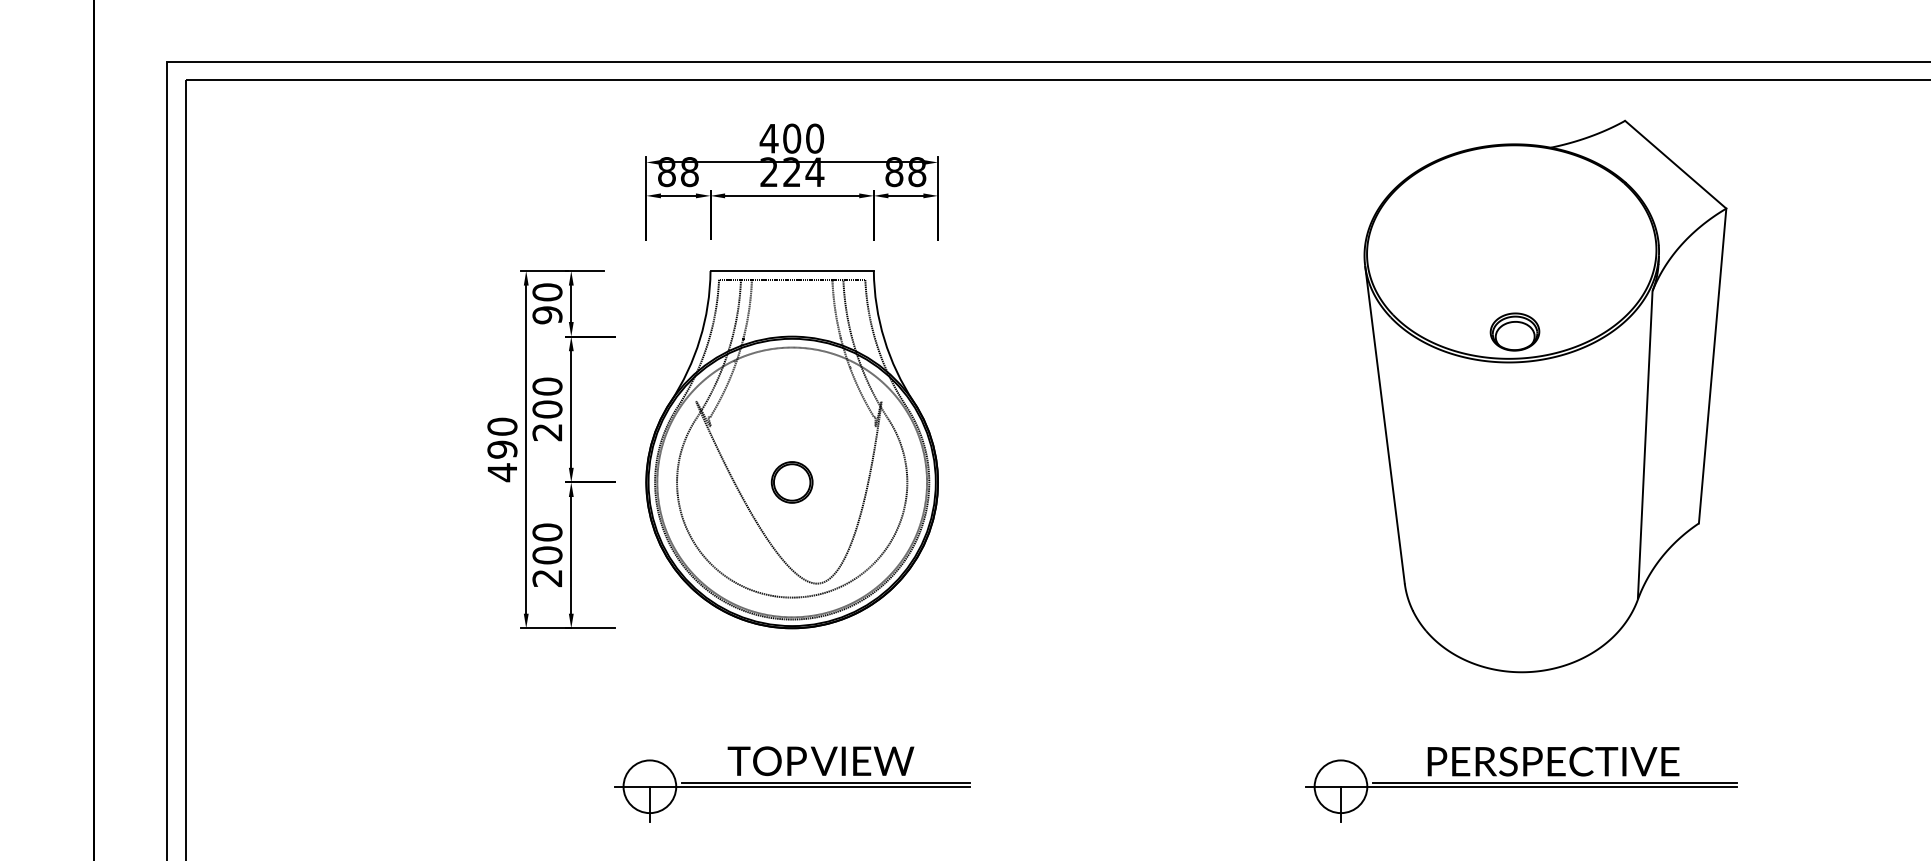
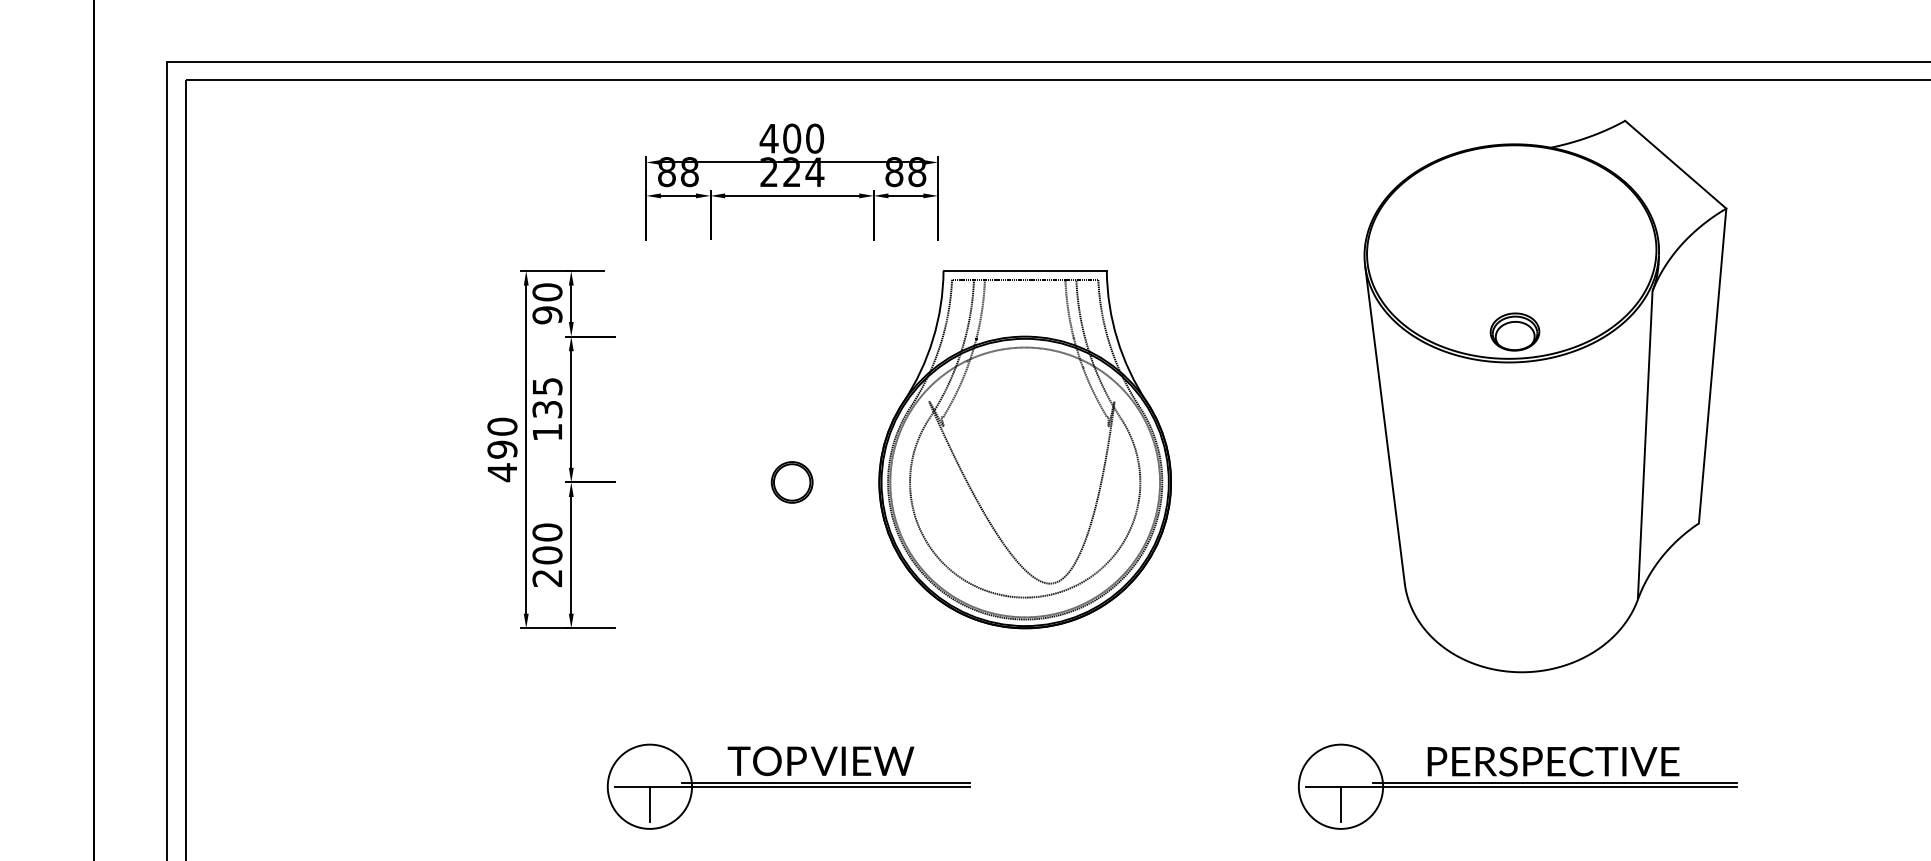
text at (547, 409): 200 -> 135
part at (791, 449) position: (791, 449) -> (1024, 449)
circle at (649, 786) diameter: 53 px -> 84 px
circle at (1340, 786) diameter: 53 px -> 84 px
